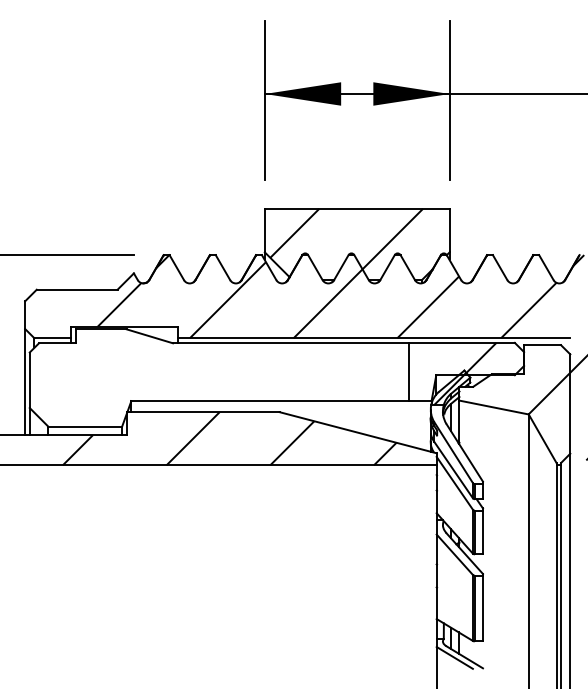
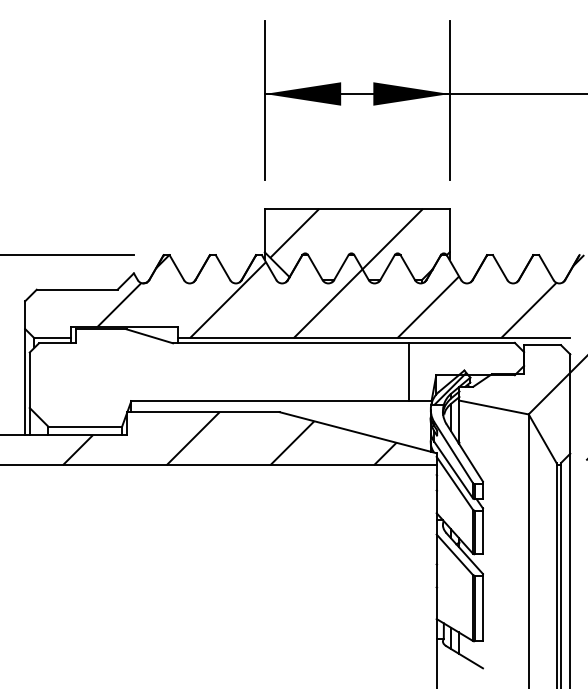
hatch at (480, 358): present -> none
line at (454, 657): present -> none
